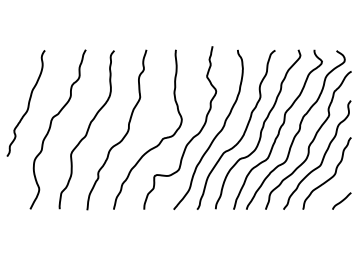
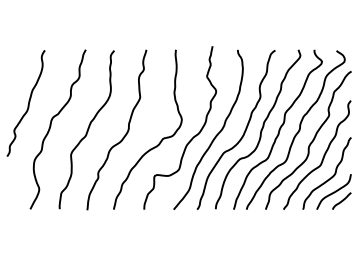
curve at (333, 191): none -> present
